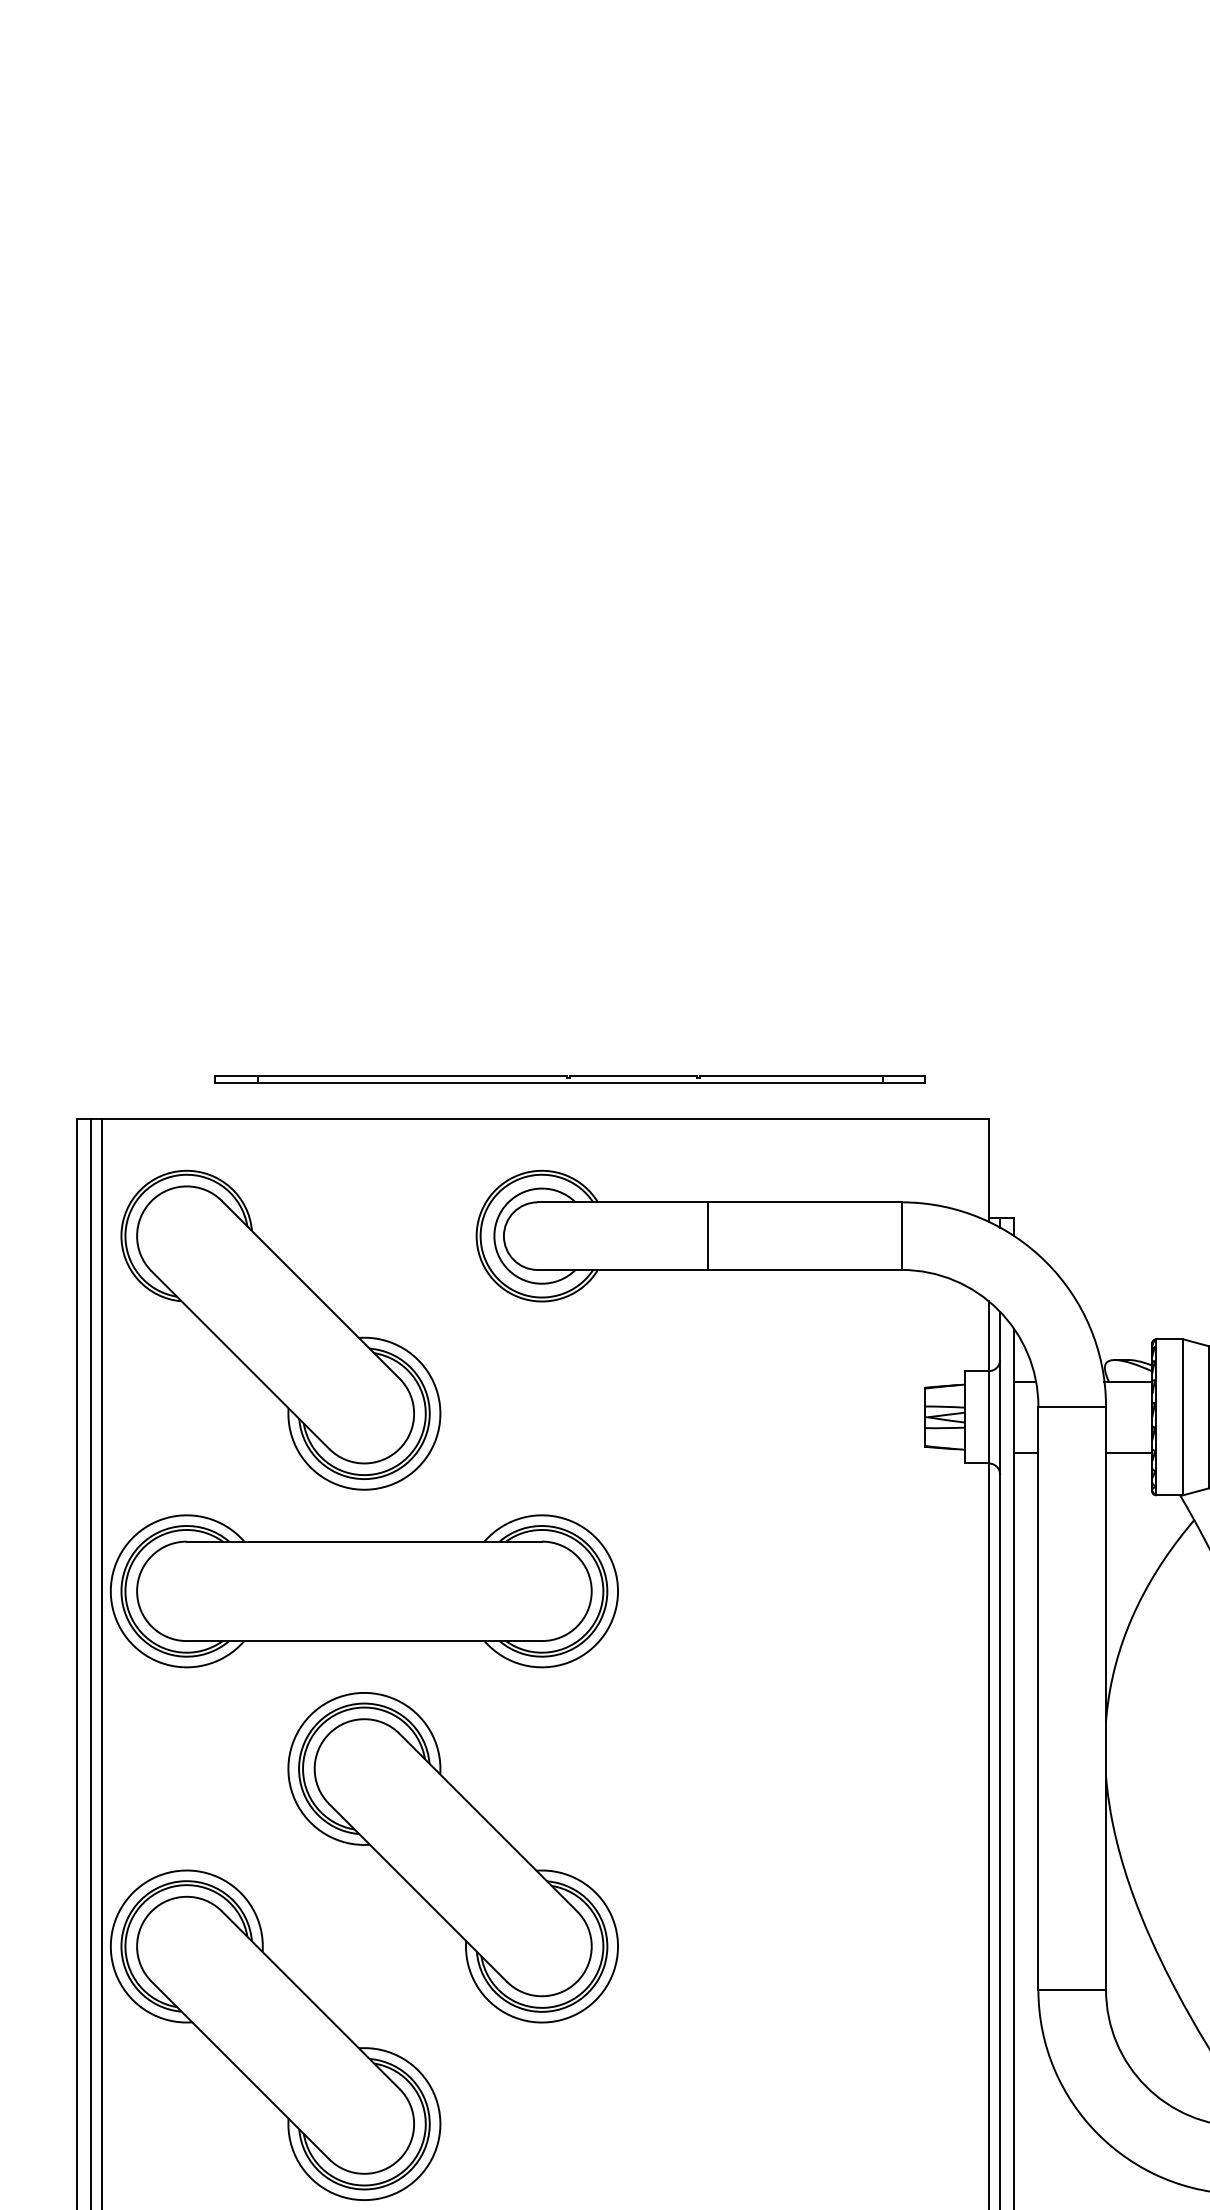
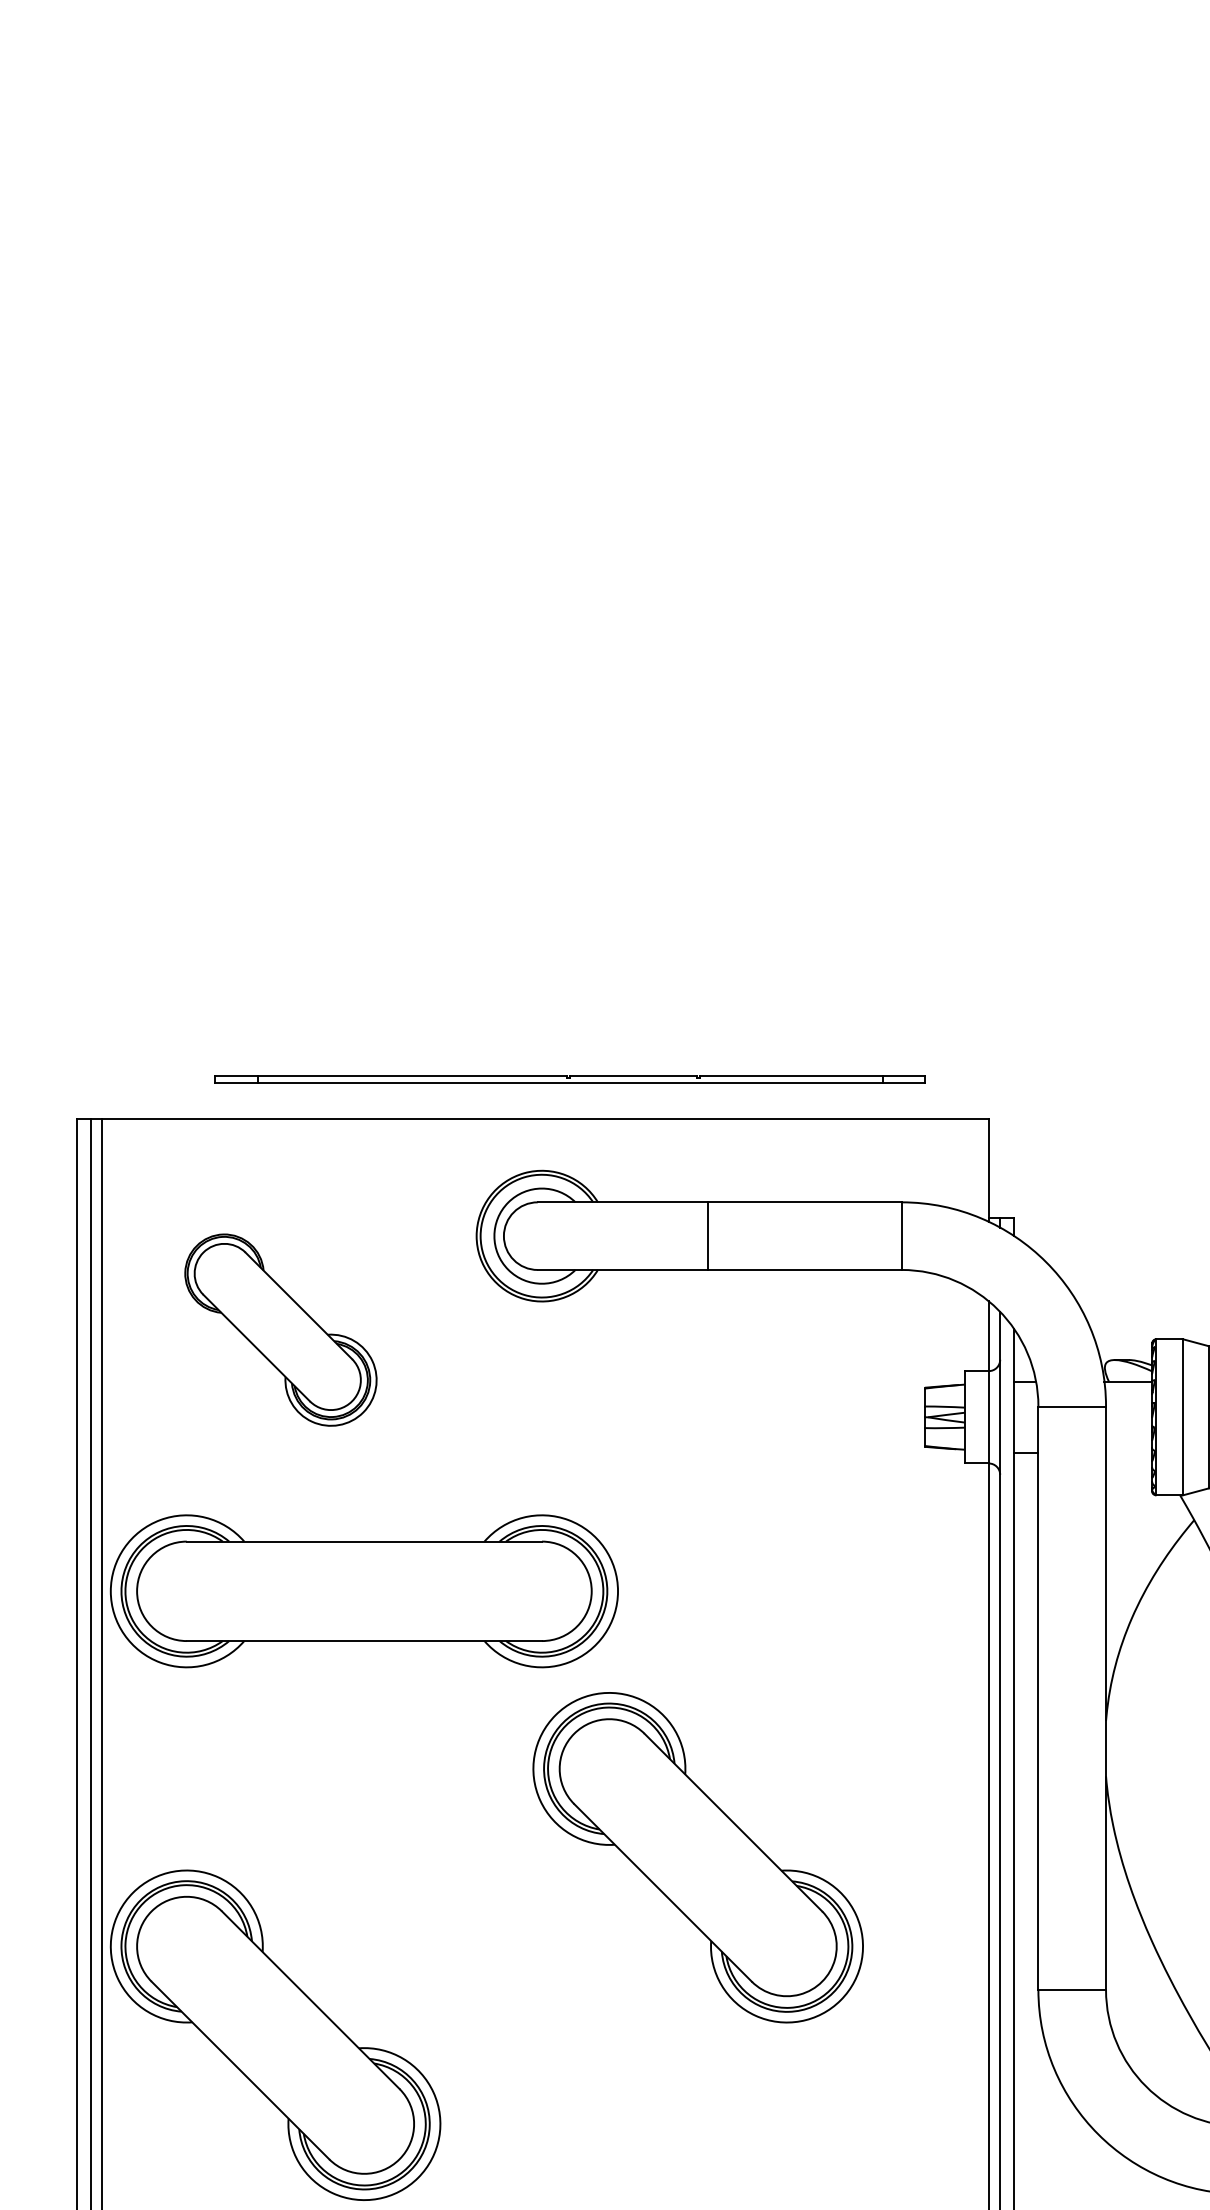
part at (280, 1329) size: 322x322 px -> 194x194 px
line at (1129, 1452): present -> none
part at (452, 1857) position: (452, 1857) -> (697, 1857)
